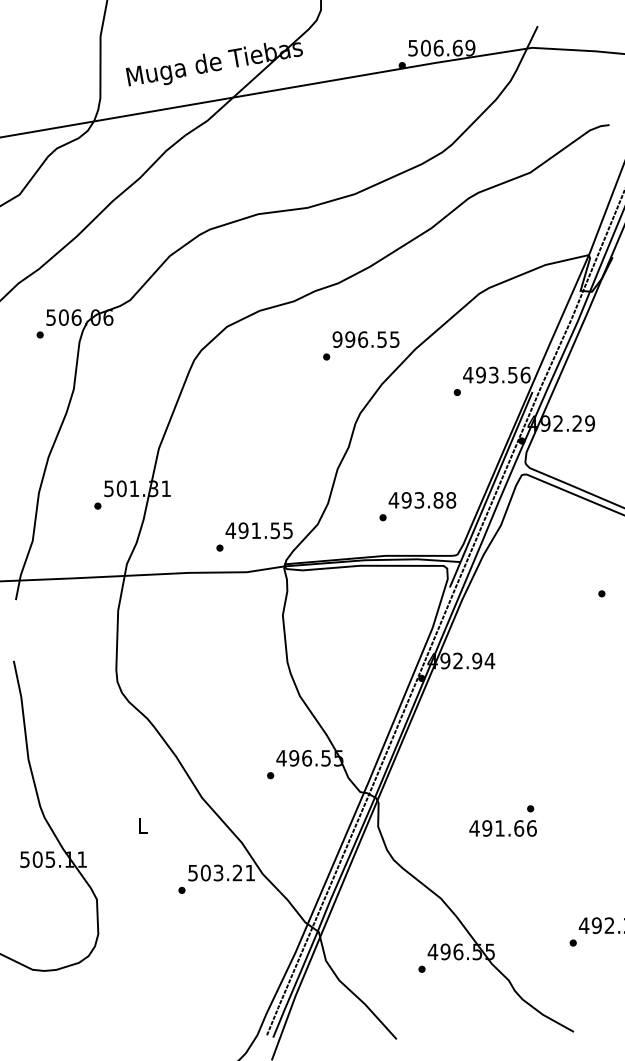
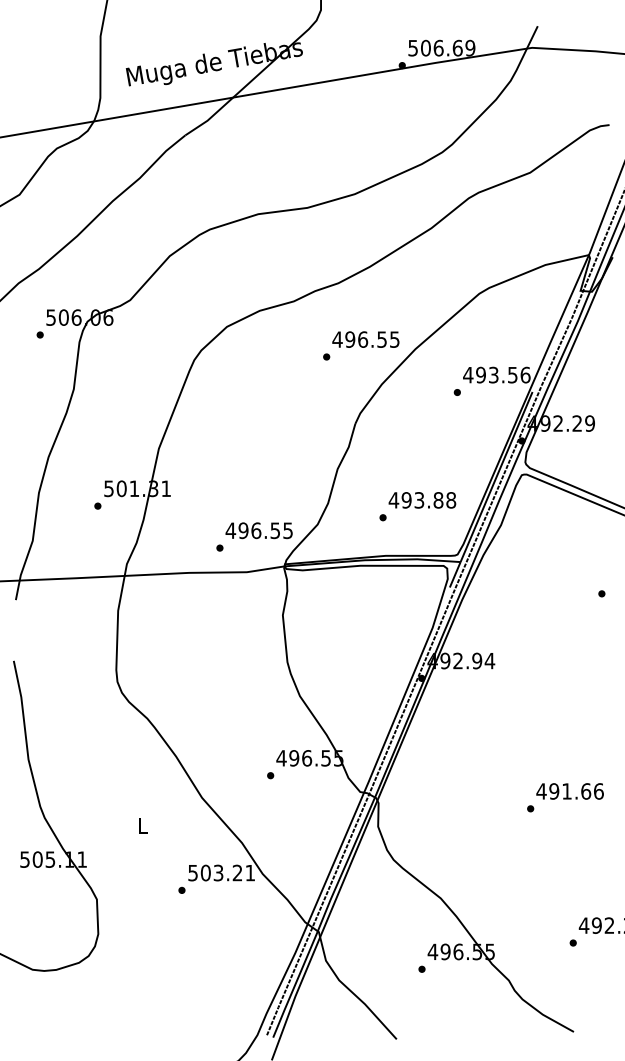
text at (337, 339): 996.55 -> 496.55
text at (256, 530): 491.55 -> 496.55
text at (502, 828) position: (502, 828) -> (569, 791)
